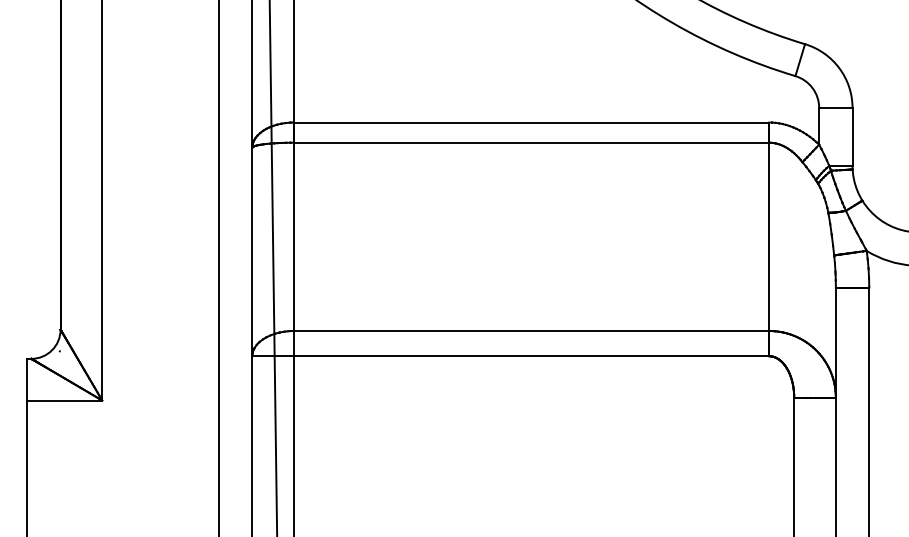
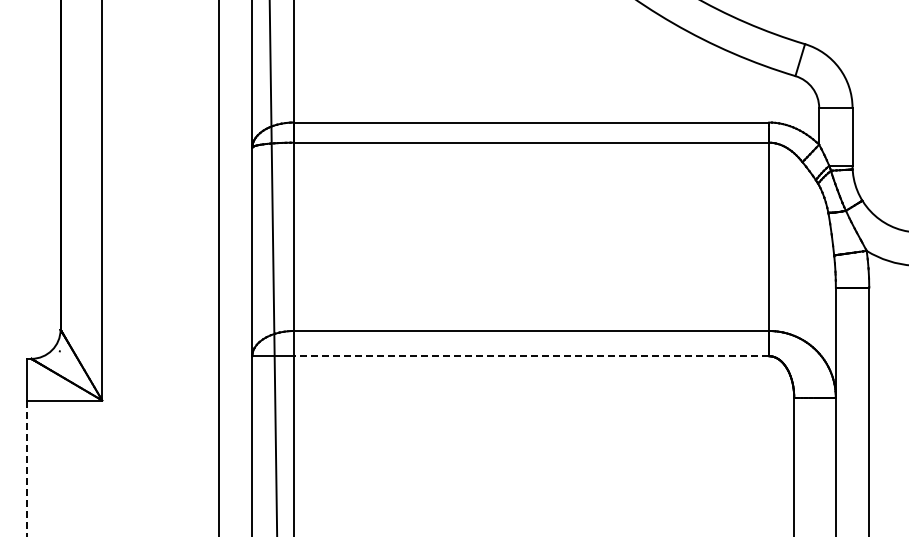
line at (531, 356): solid -> dashed
line at (27, 468): solid -> dashed
